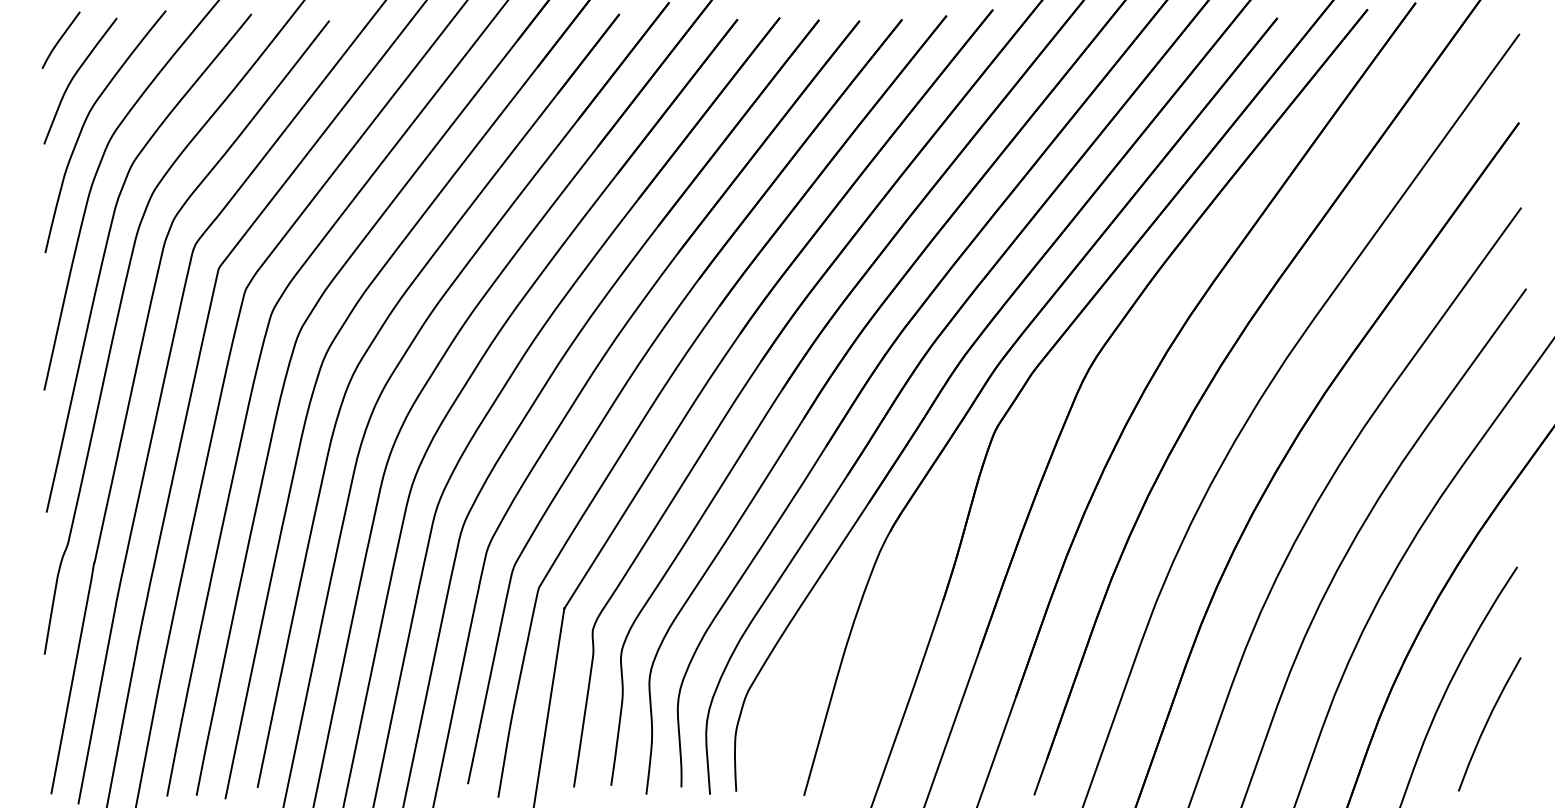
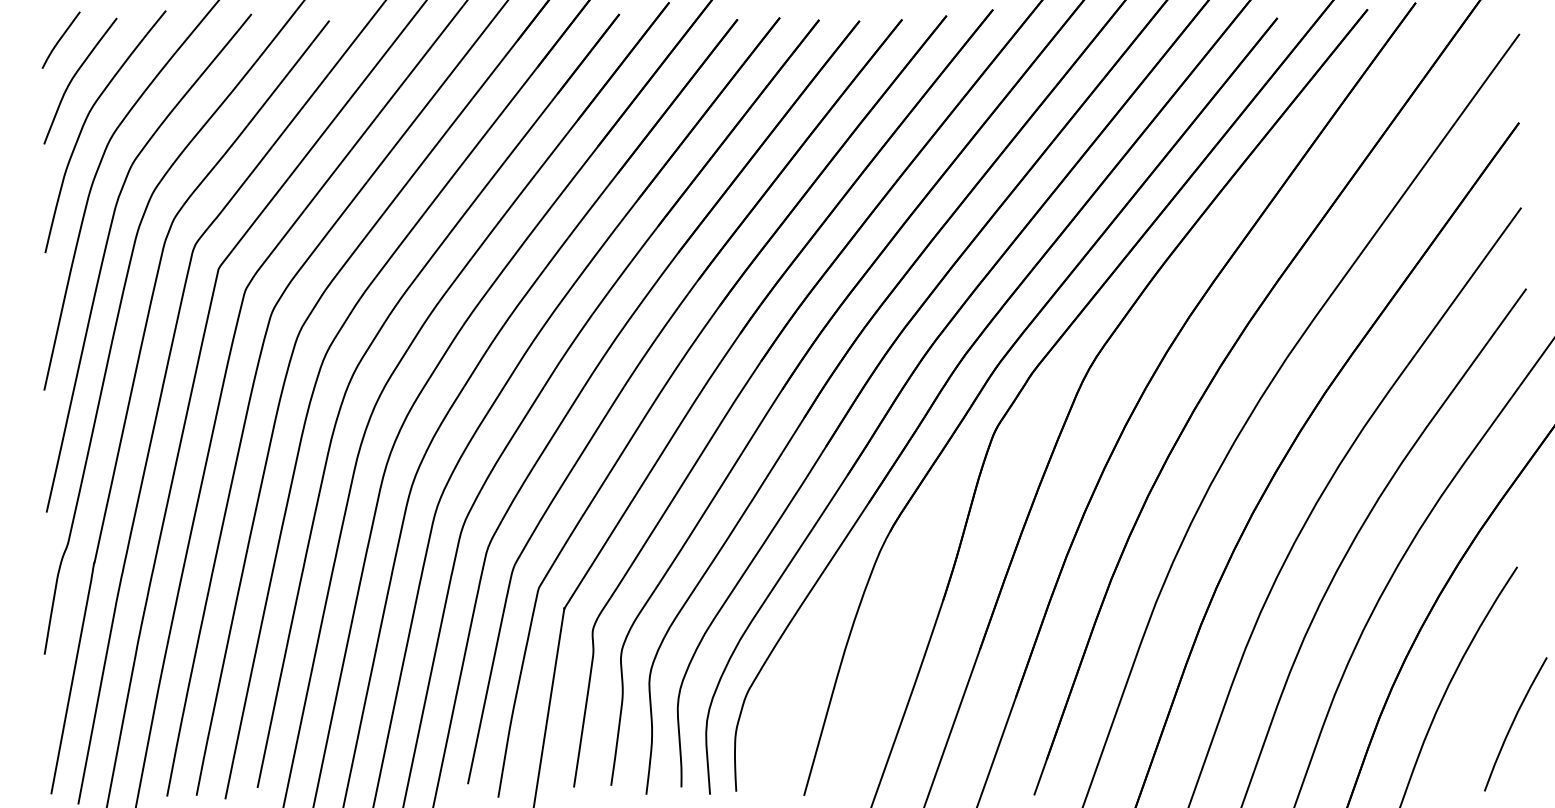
curve at (1487, 724) position: (1487, 724) -> (1513, 724)
